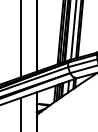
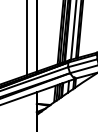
line at (20, 39) position: (20, 39) -> (26, 39)
line at (20, 112): present -> none
